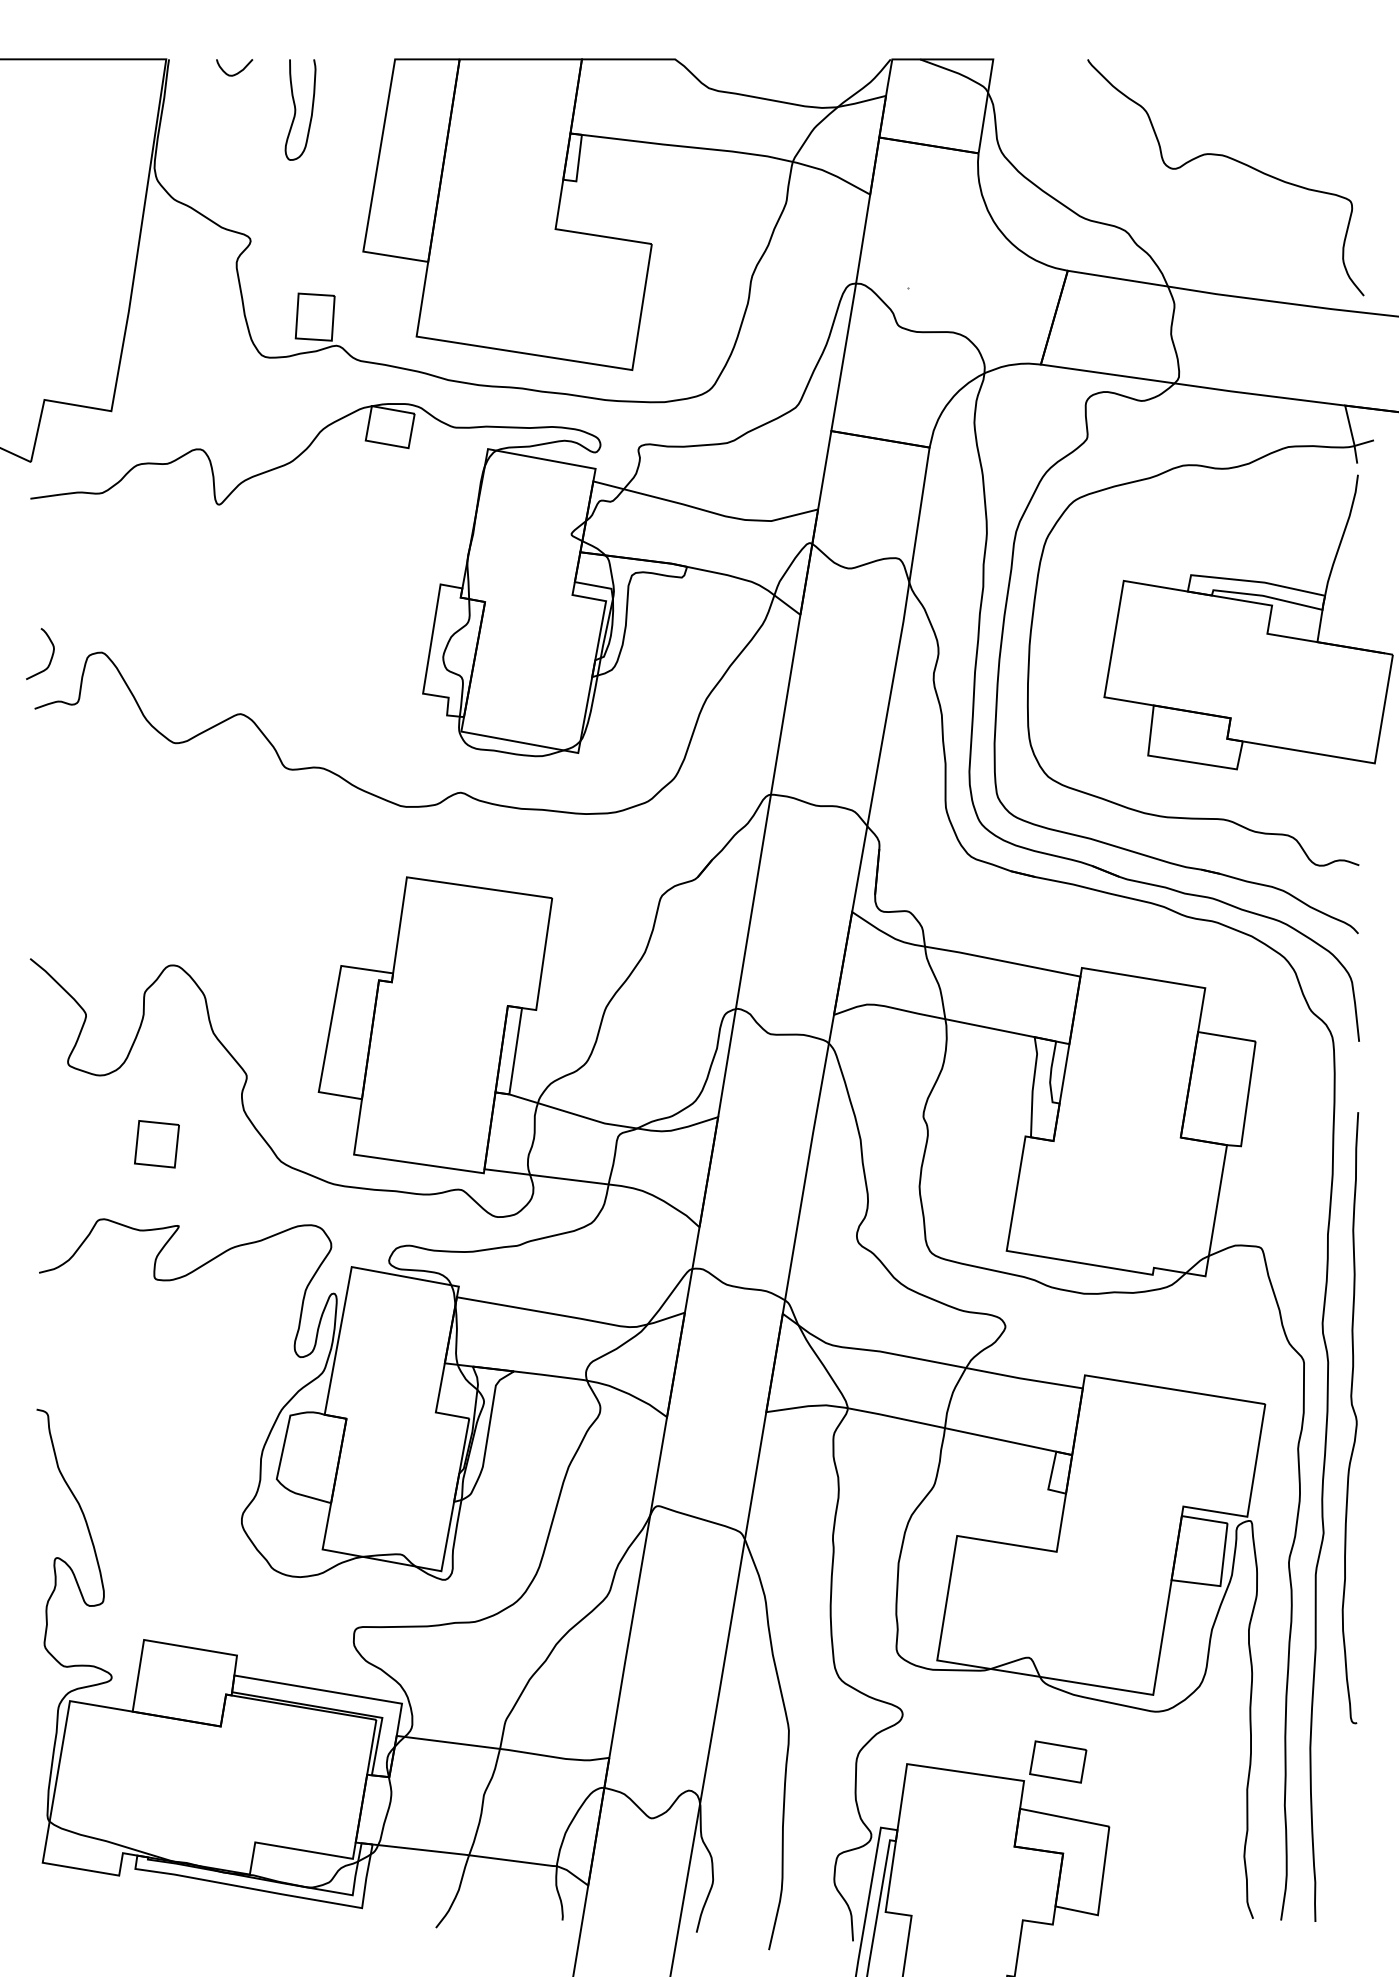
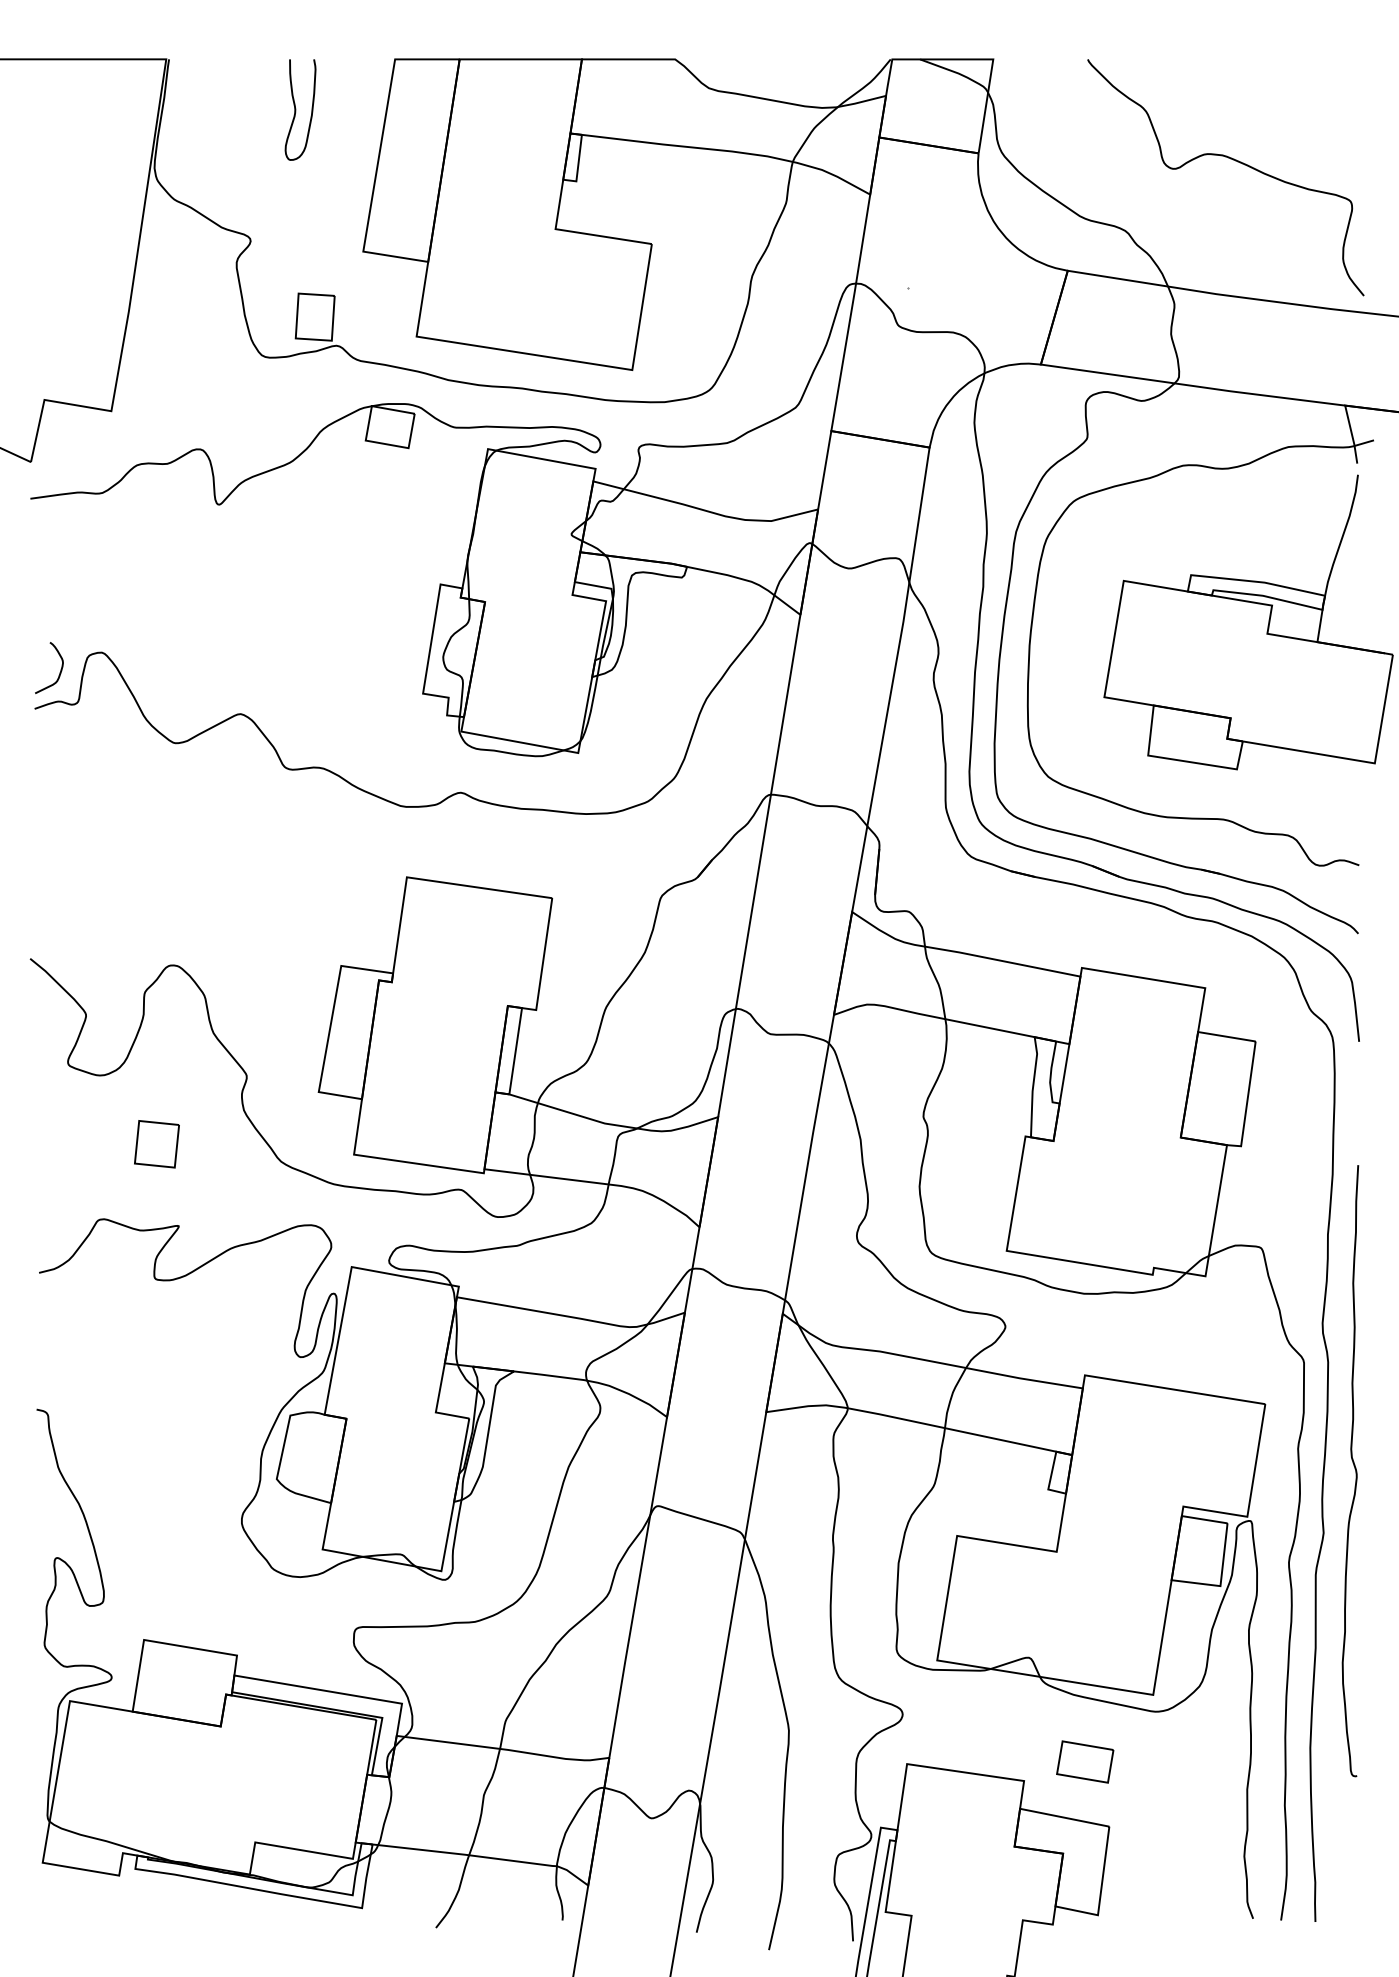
curve at (238, 71): present -> none
curve at (51, 655) position: (51, 655) -> (60, 669)
curve at (1354, 1416) position: (1354, 1416) -> (1354, 1469)
part at (1058, 1761) position: (1058, 1761) -> (1085, 1761)
